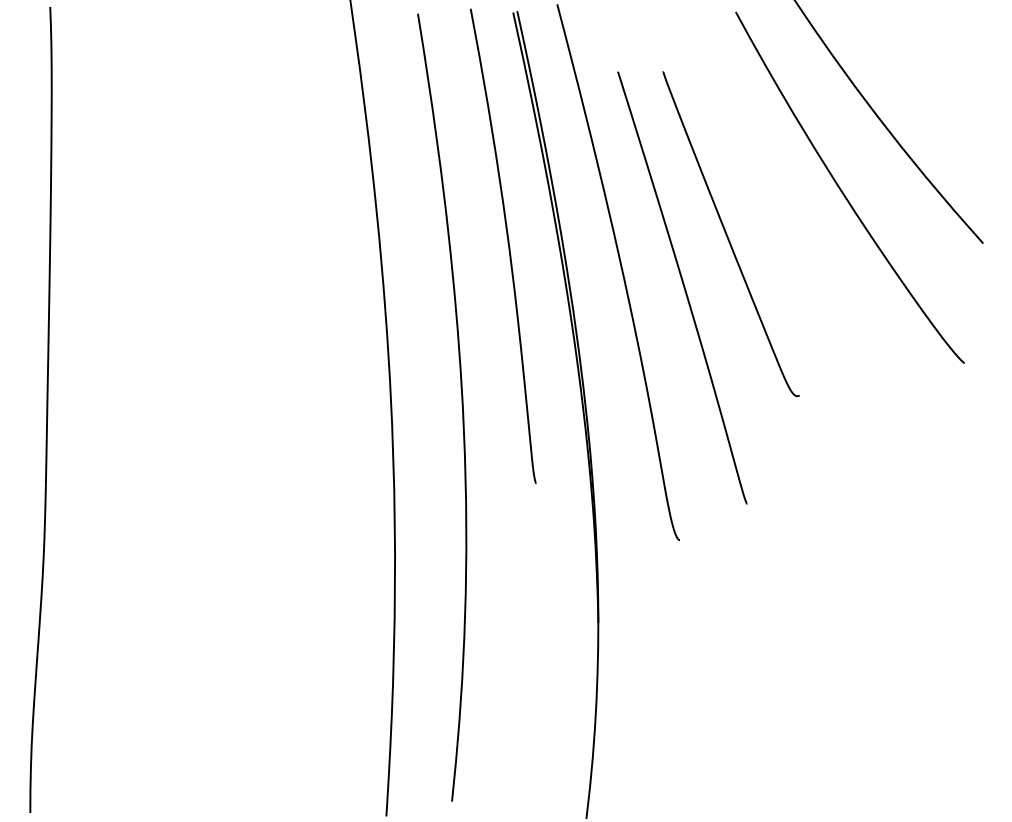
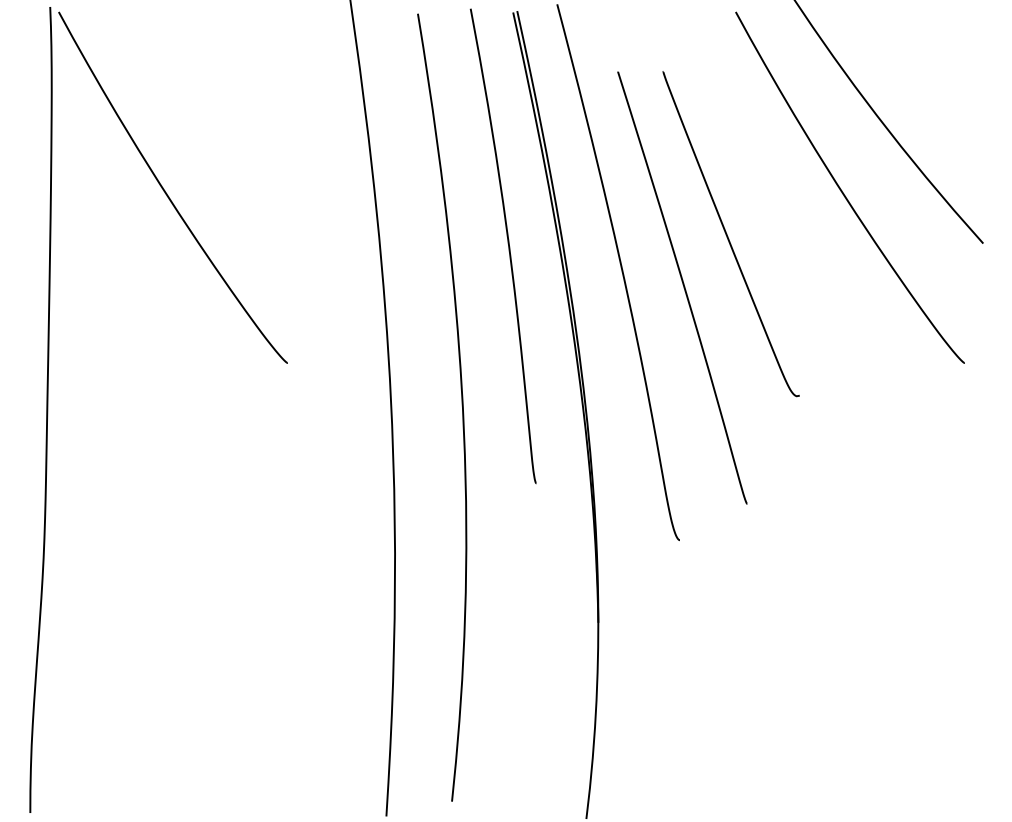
curve at (165, 190): none -> present
